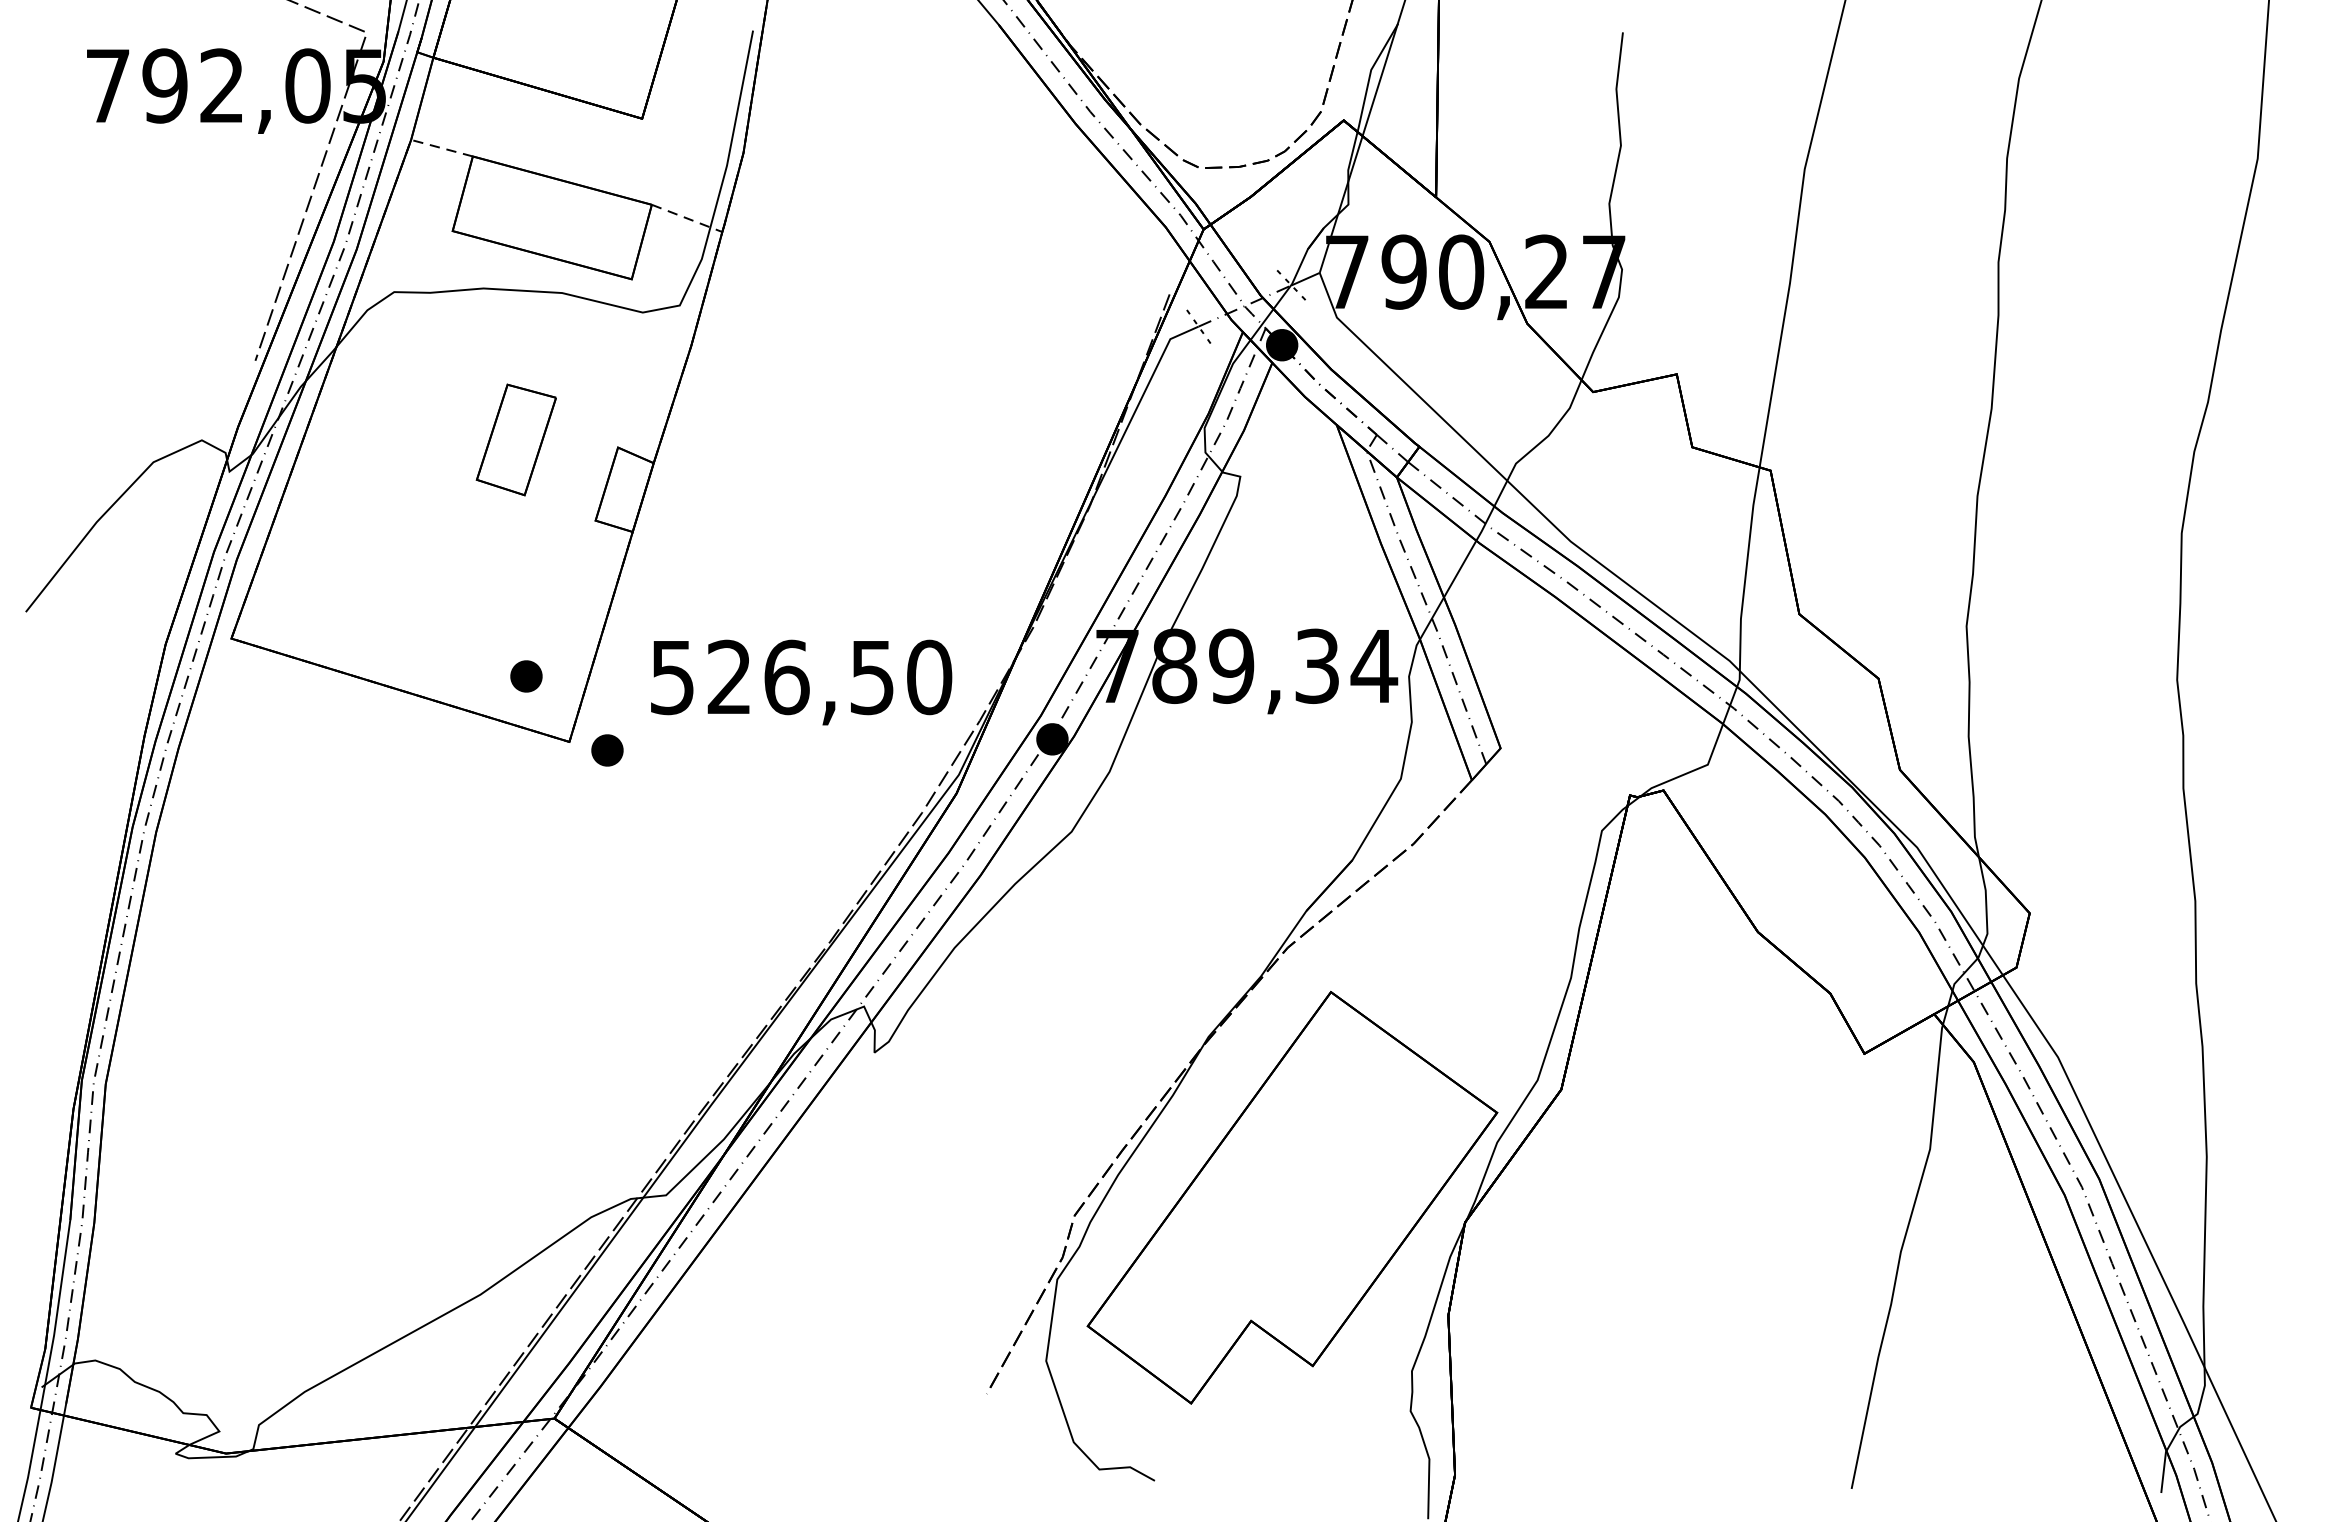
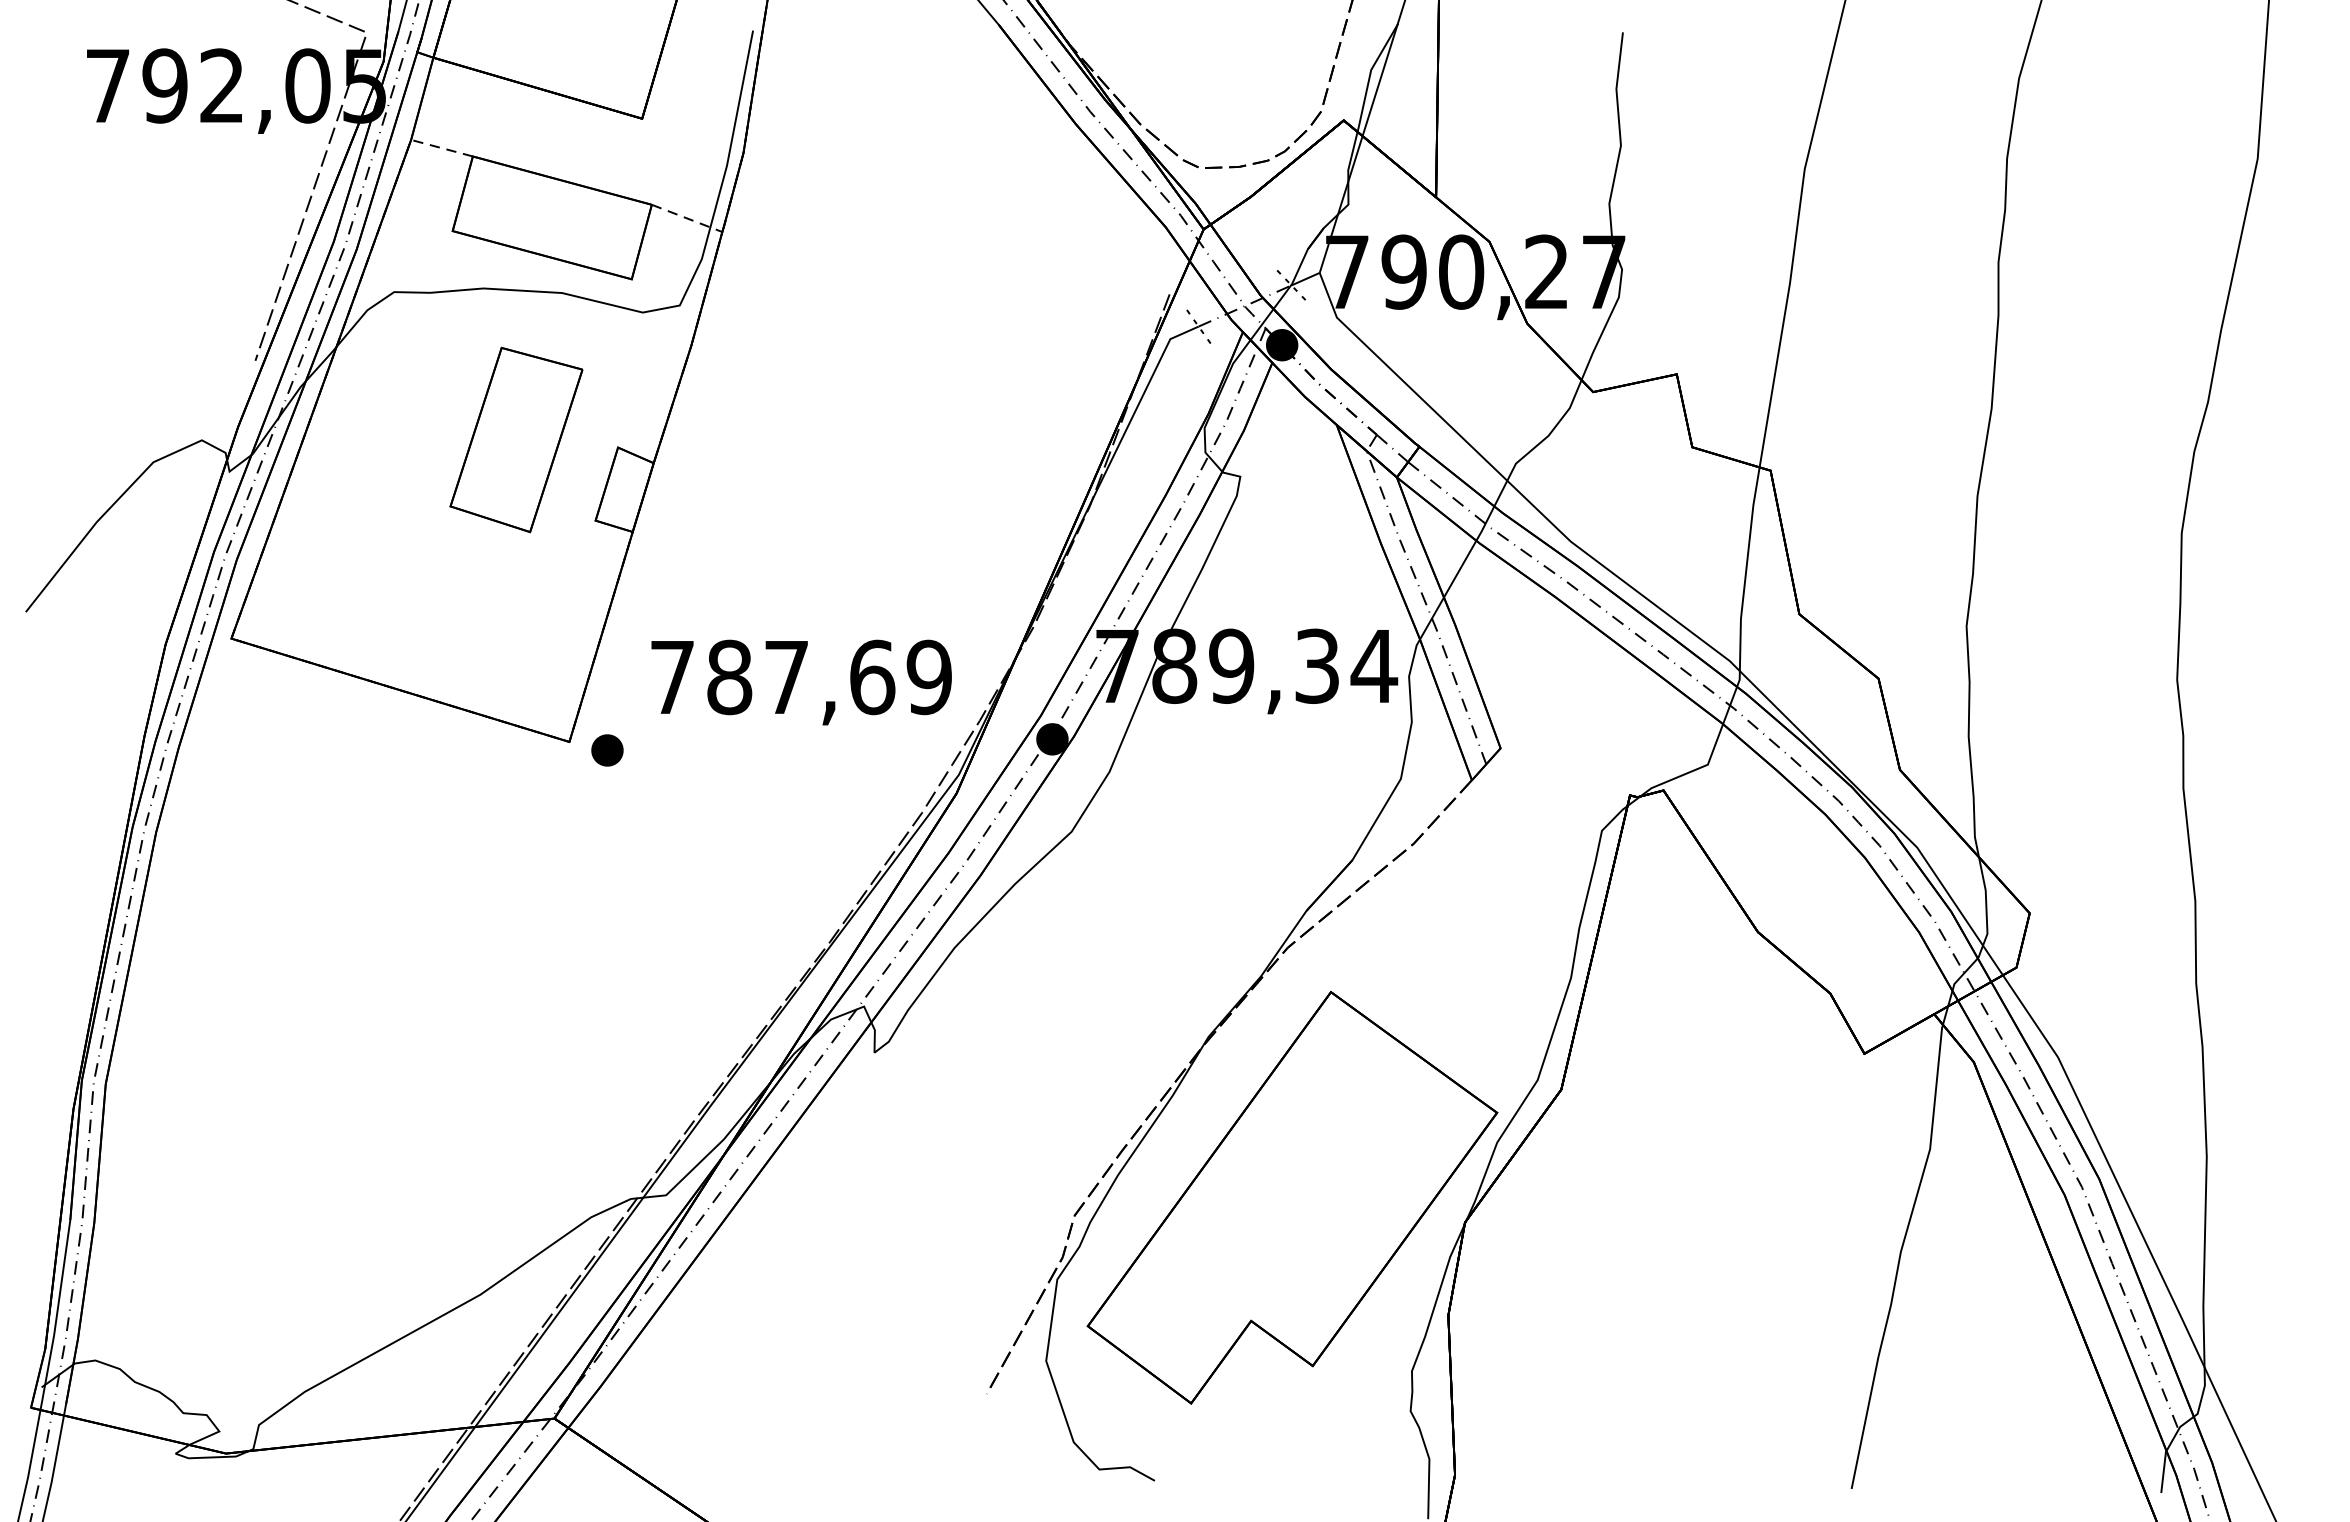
part at (515, 439) size: 82x114 px -> 135x188 px
part at (526, 676): present -> none
text at (801, 677): 526,50 -> 787,69
